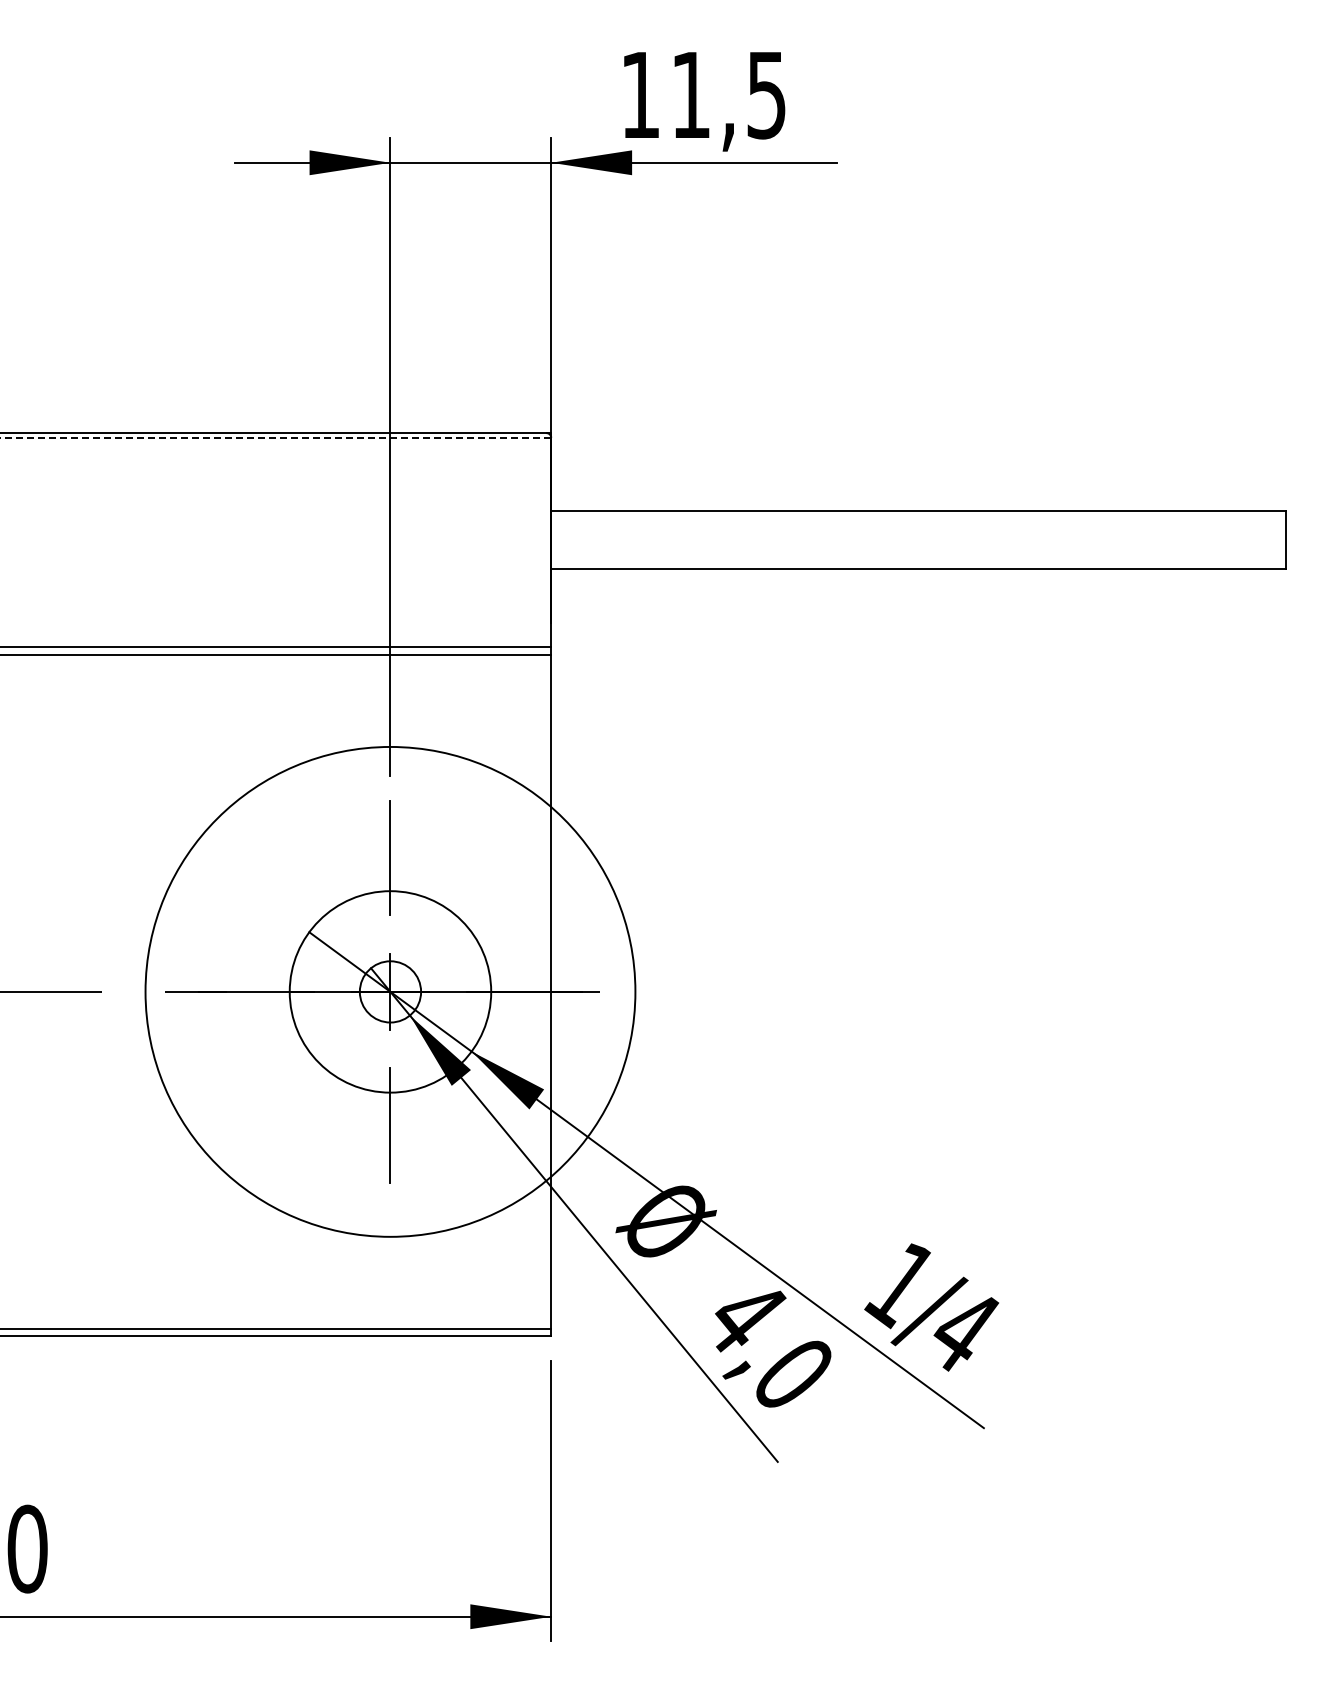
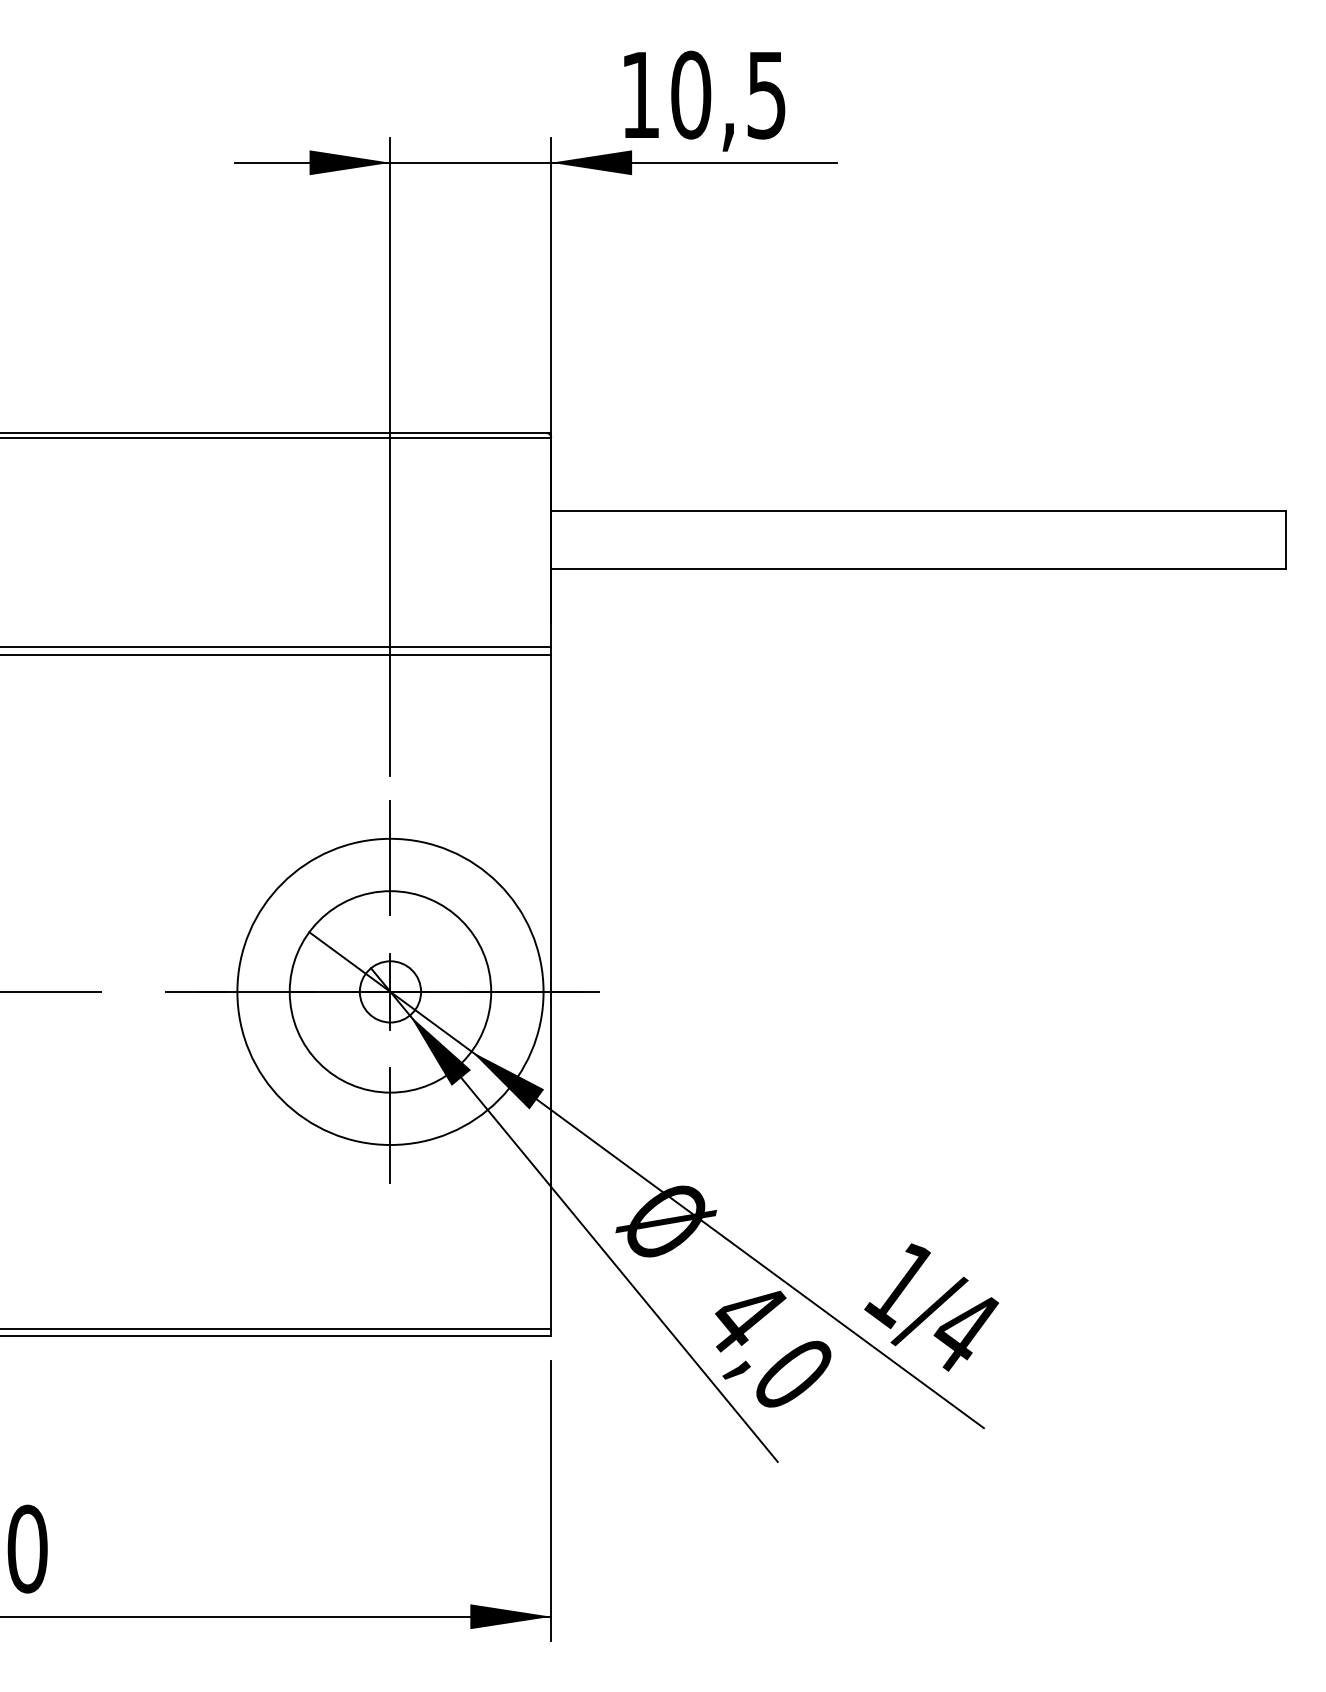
text at (691, 94): 11,5 -> 10,5
line at (275, 437): dashed -> solid
circle at (390, 991) diameter: 490 px -> 306 px
